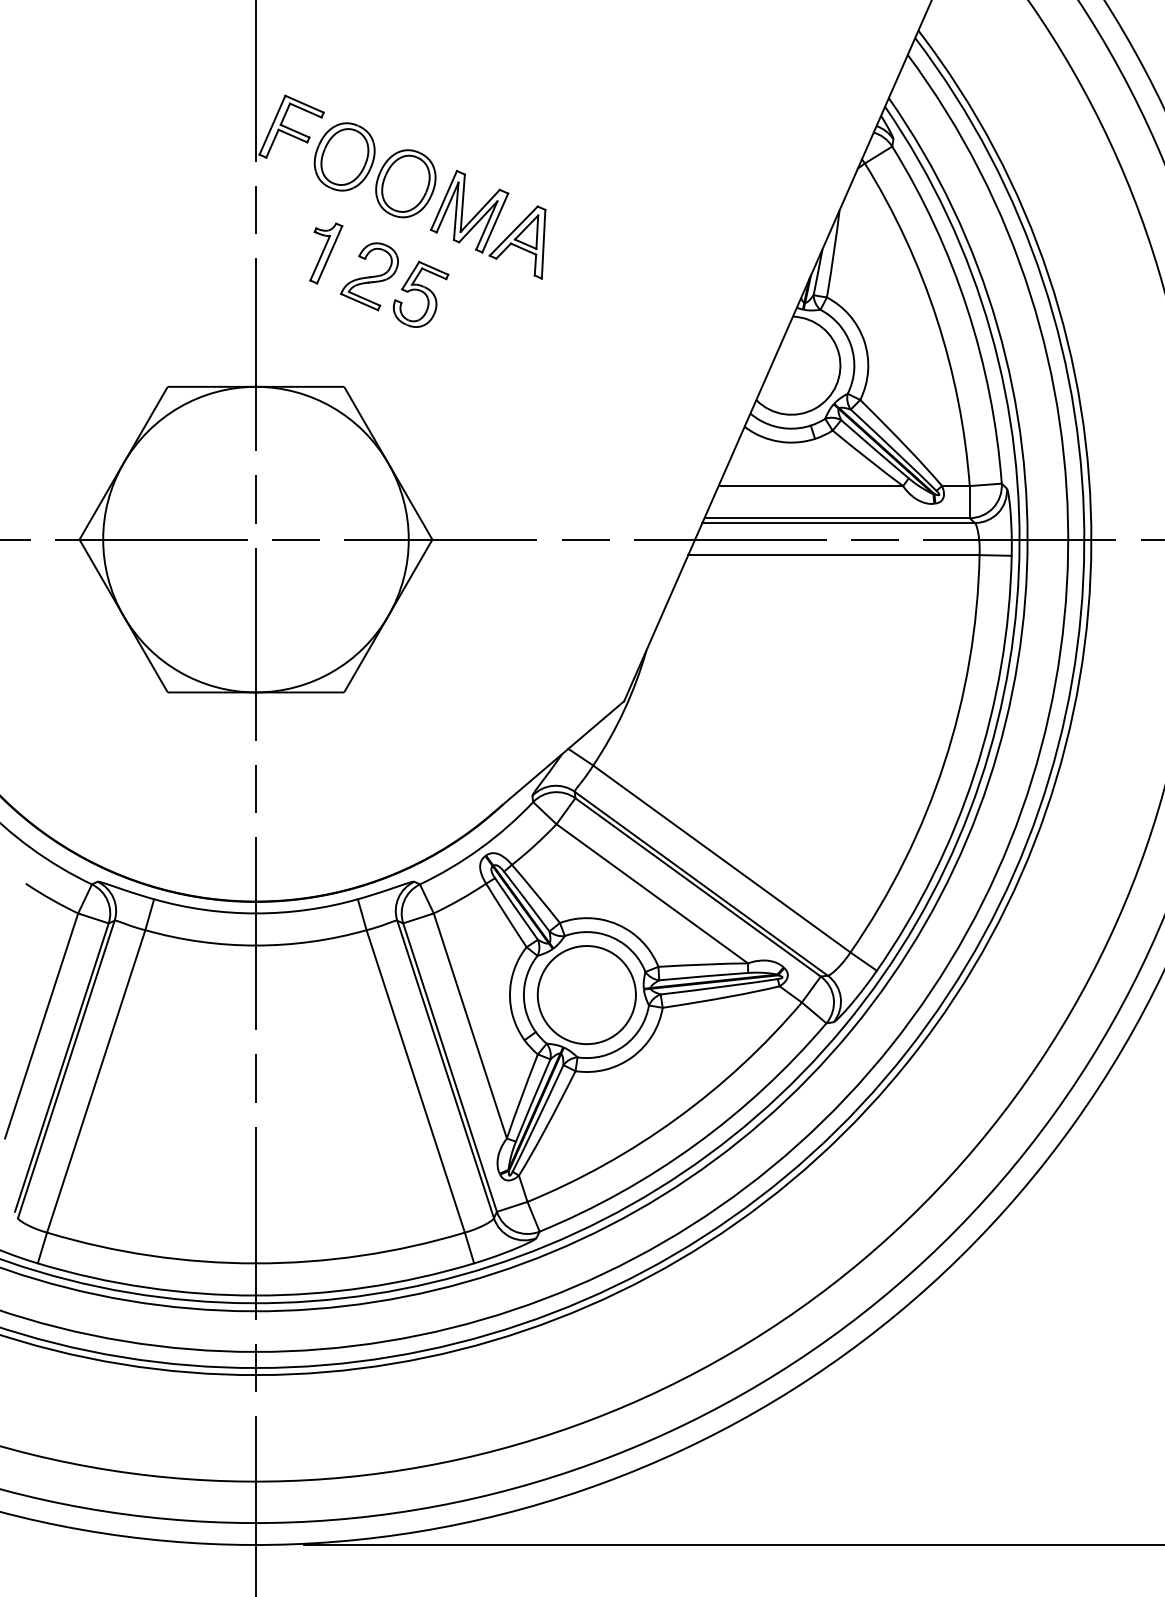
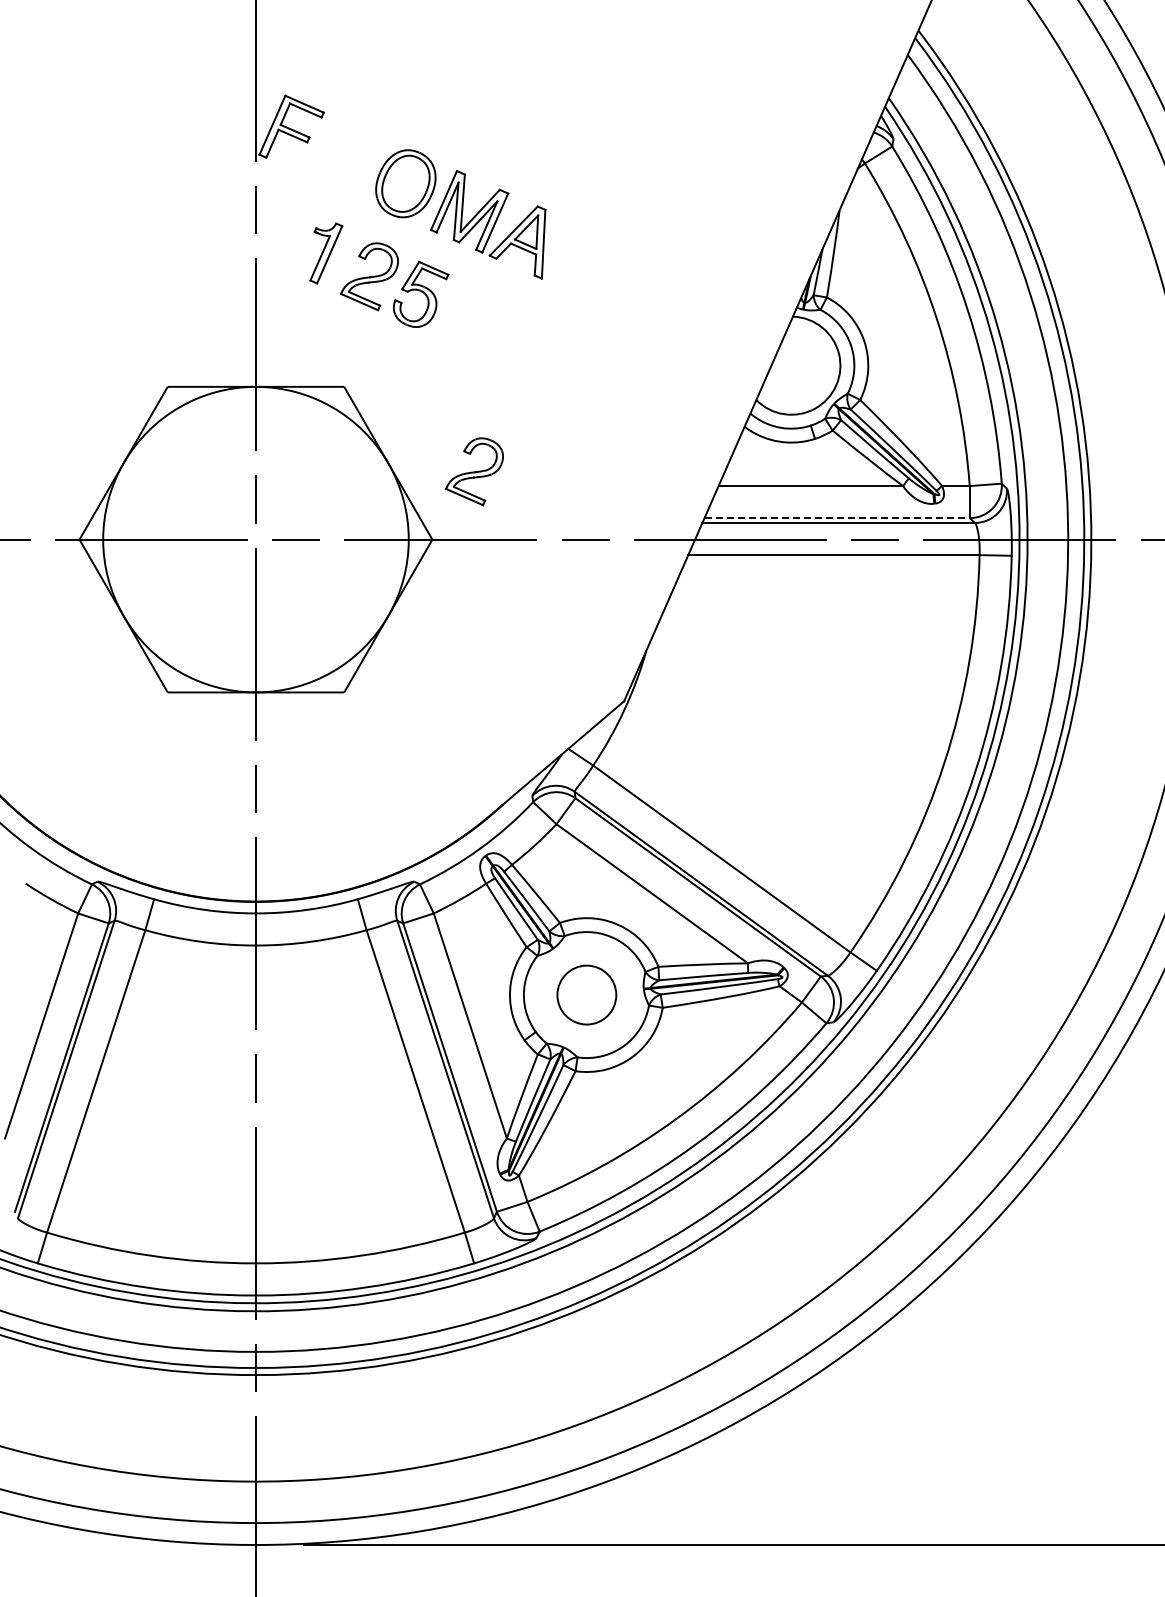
part at (344, 156): present -> none
part at (474, 471): none -> present
line at (837, 518): solid -> dashed
circle at (586, 995) diameter: 98 px -> 59 px
